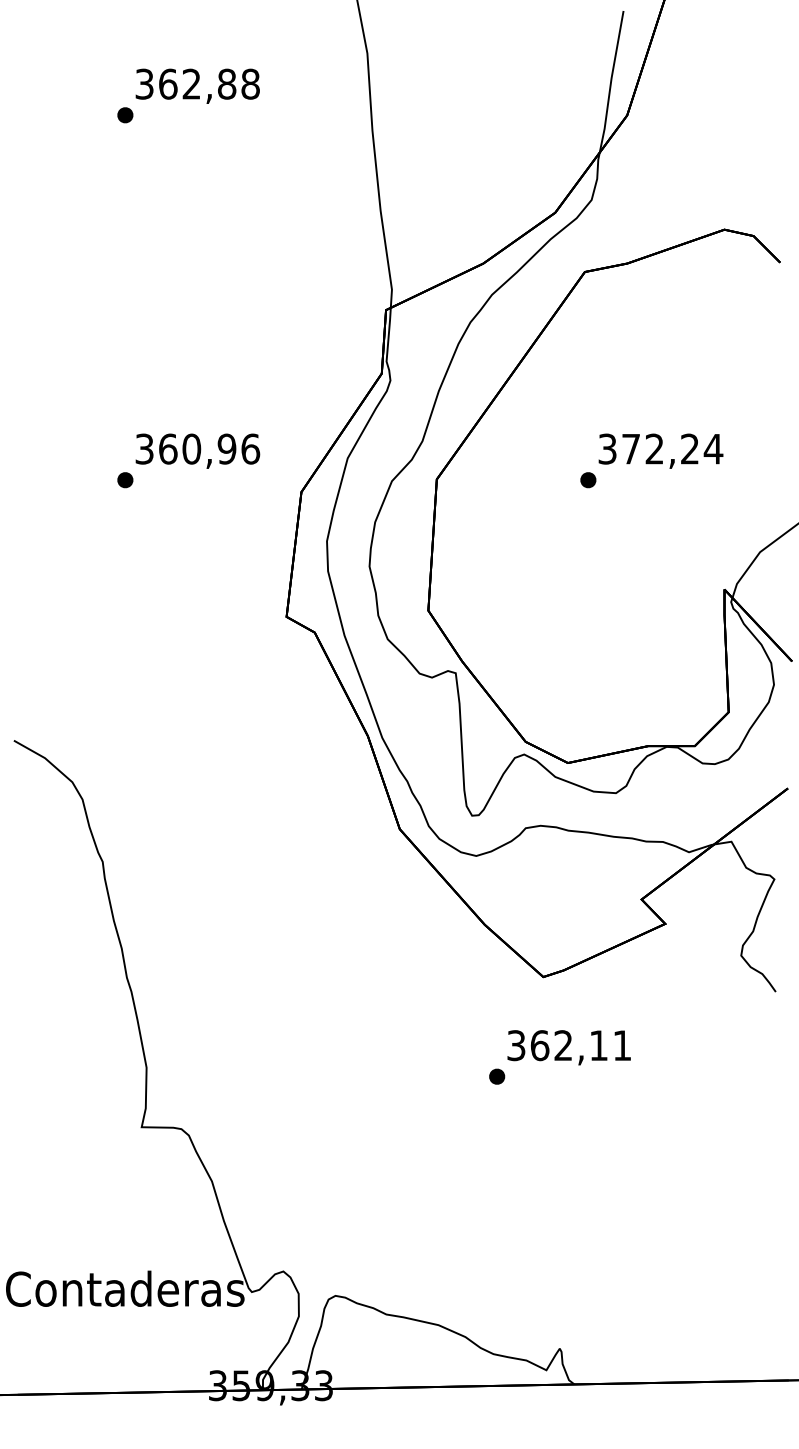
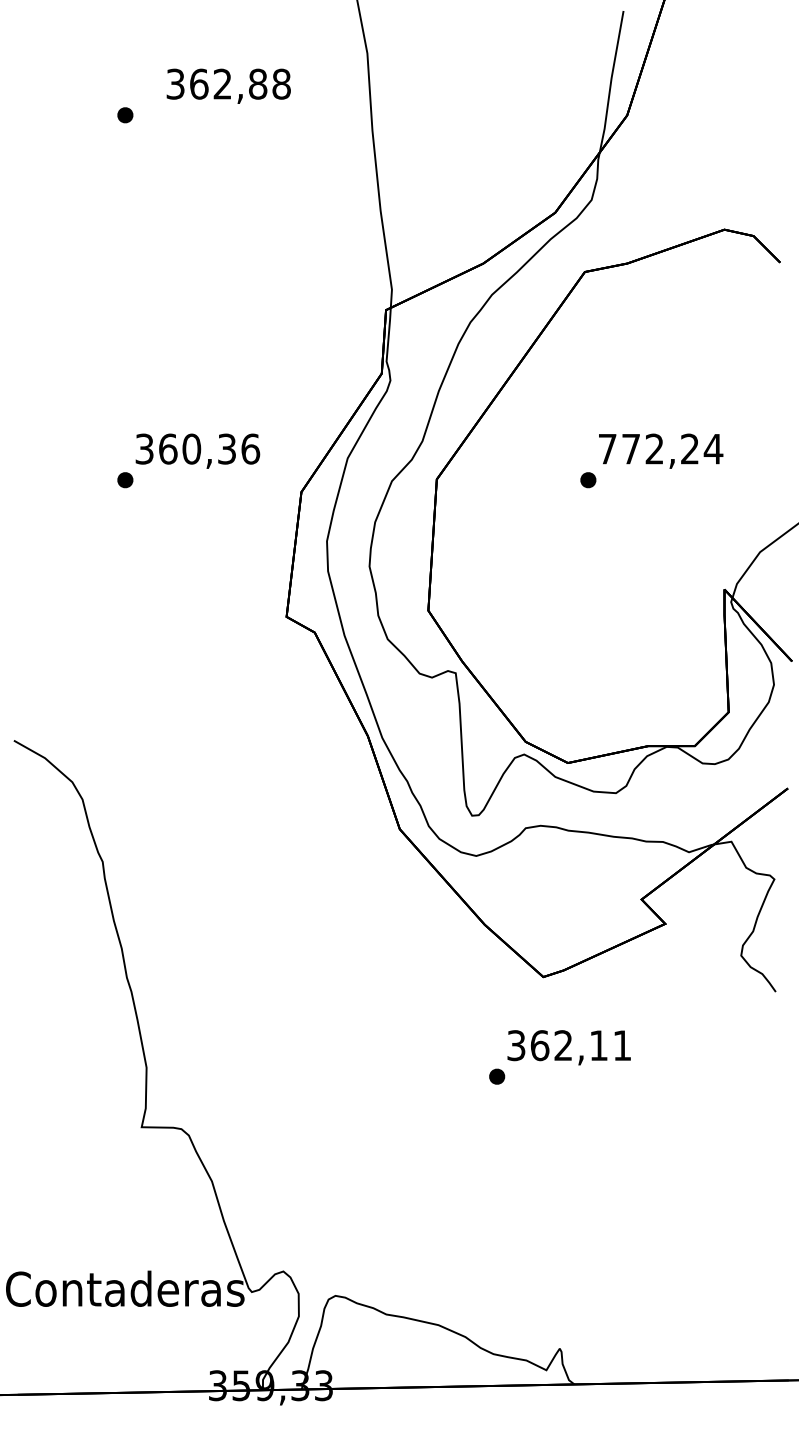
text at (197, 85) position: (197, 85) -> (228, 85)
text at (226, 448): 360,96 -> 360,36
text at (607, 448): 372,24 -> 772,24
